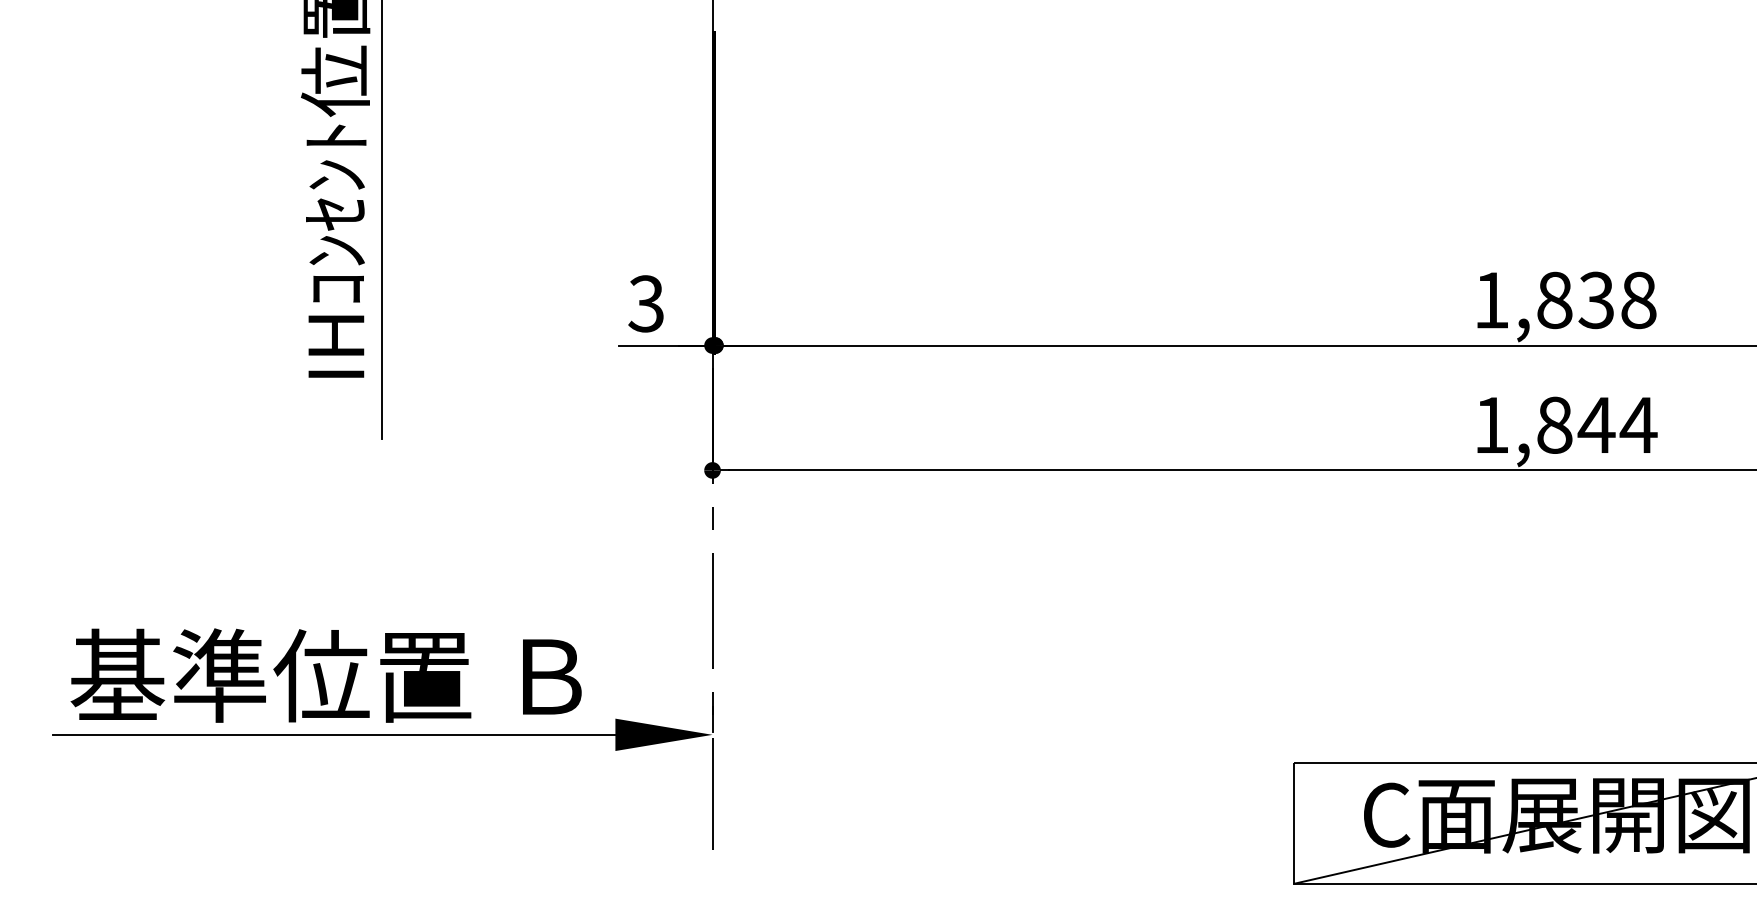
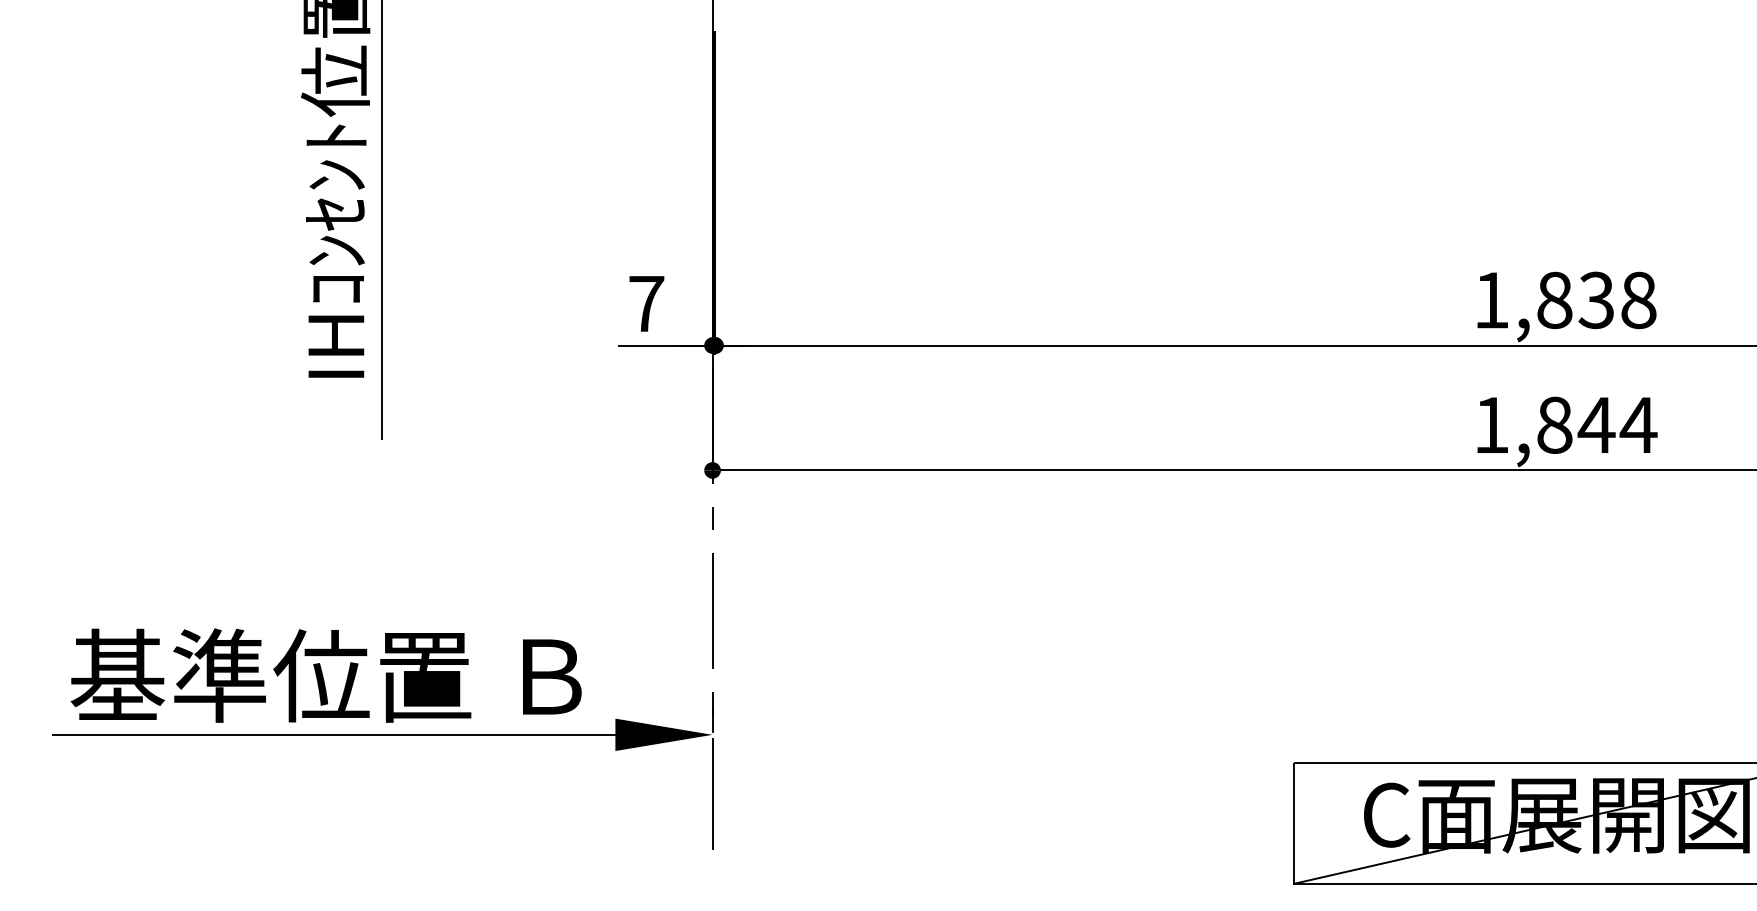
text at (646, 303): 3 -> 7
